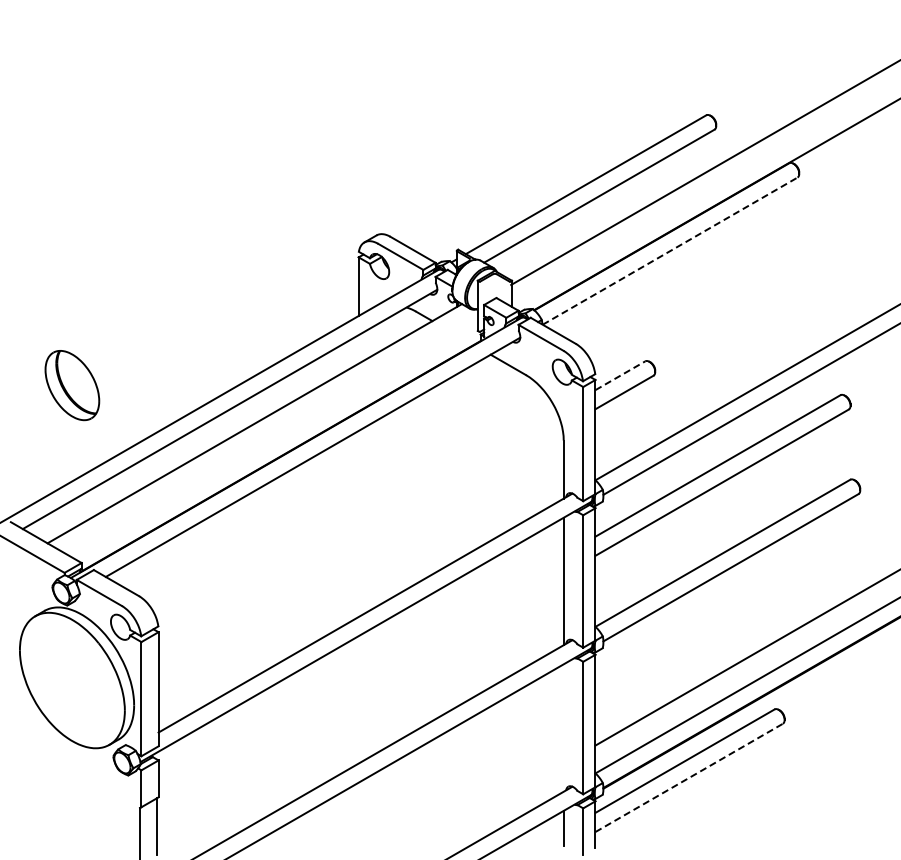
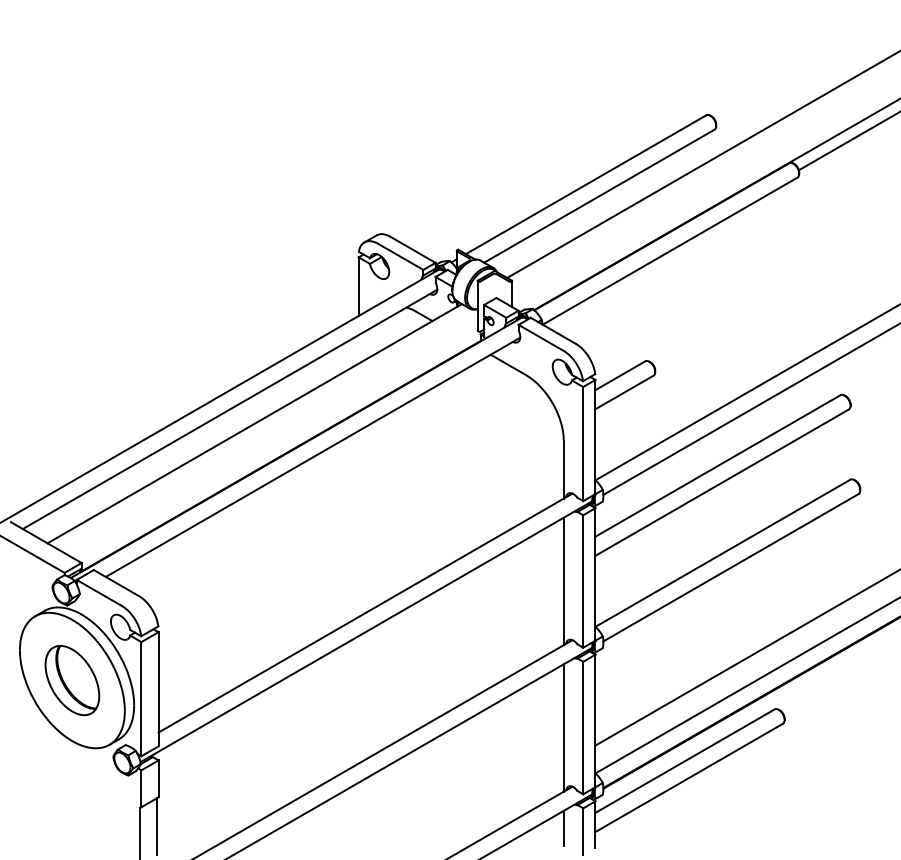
line at (847, 141): none -> present
line at (704, 172) position: (704, 172) -> (702, 164)
line at (670, 250): dashed -> solid
line at (620, 375): dashed -> solid
part at (72, 385) position: (72, 385) -> (72, 680)
line at (563, 727): none -> present
line at (689, 777): dashed -> solid
